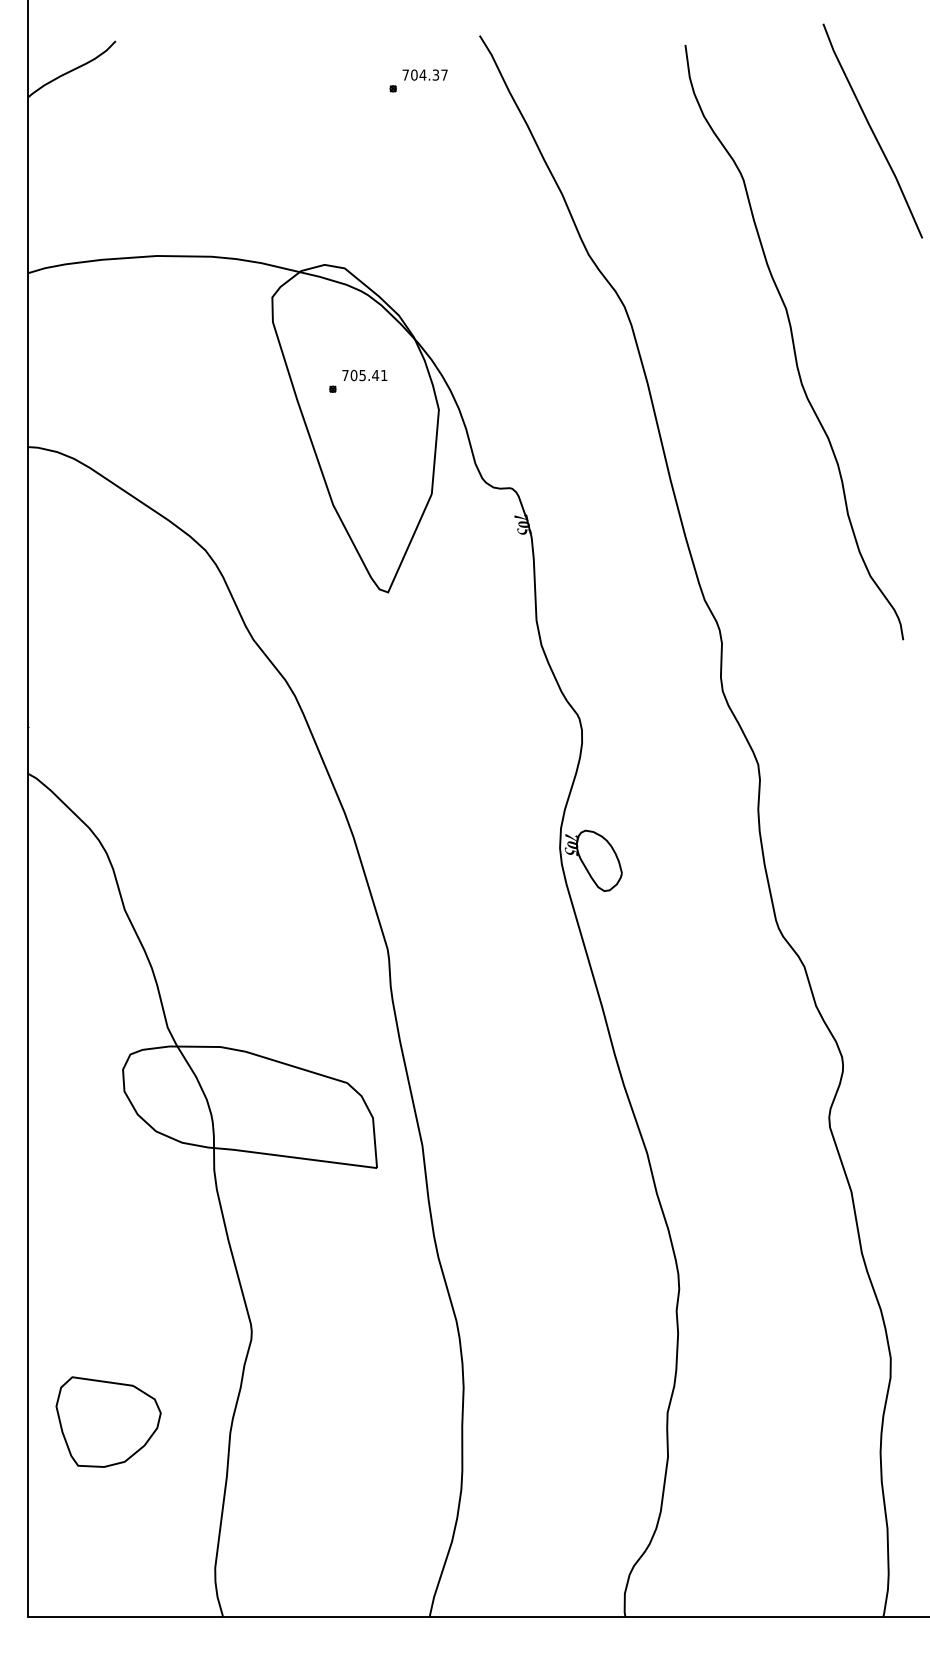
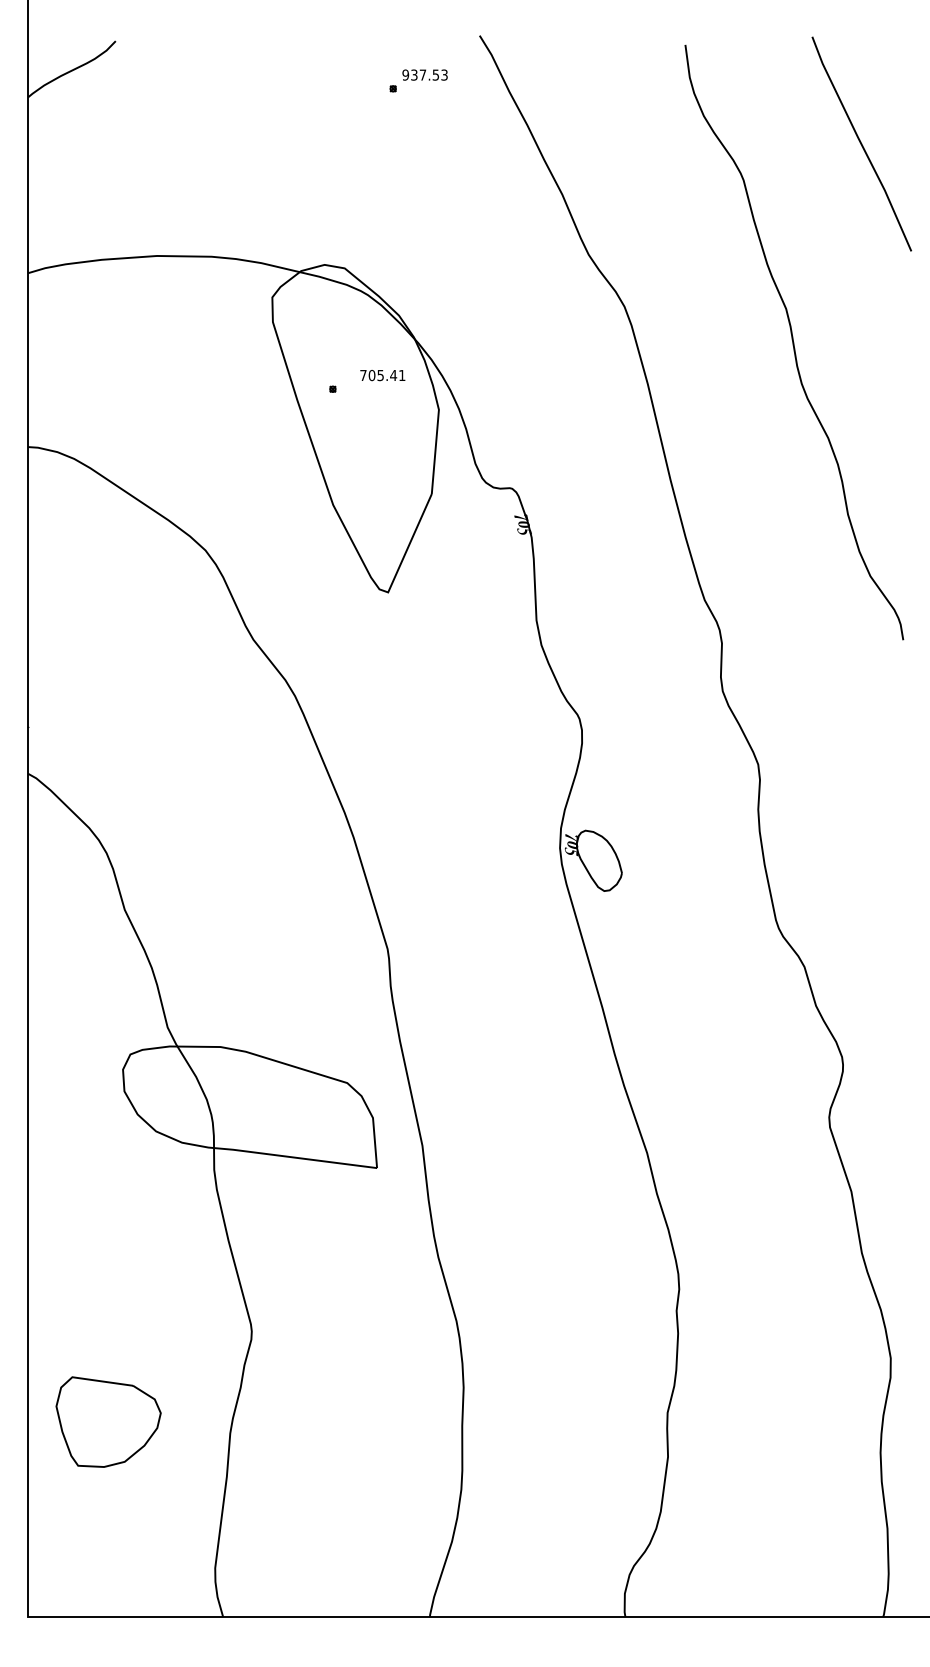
text at (424, 74): 704.37 -> 937.53
line at (872, 130) position: (872, 130) -> (861, 143)
text at (364, 375) position: (364, 375) -> (382, 375)
